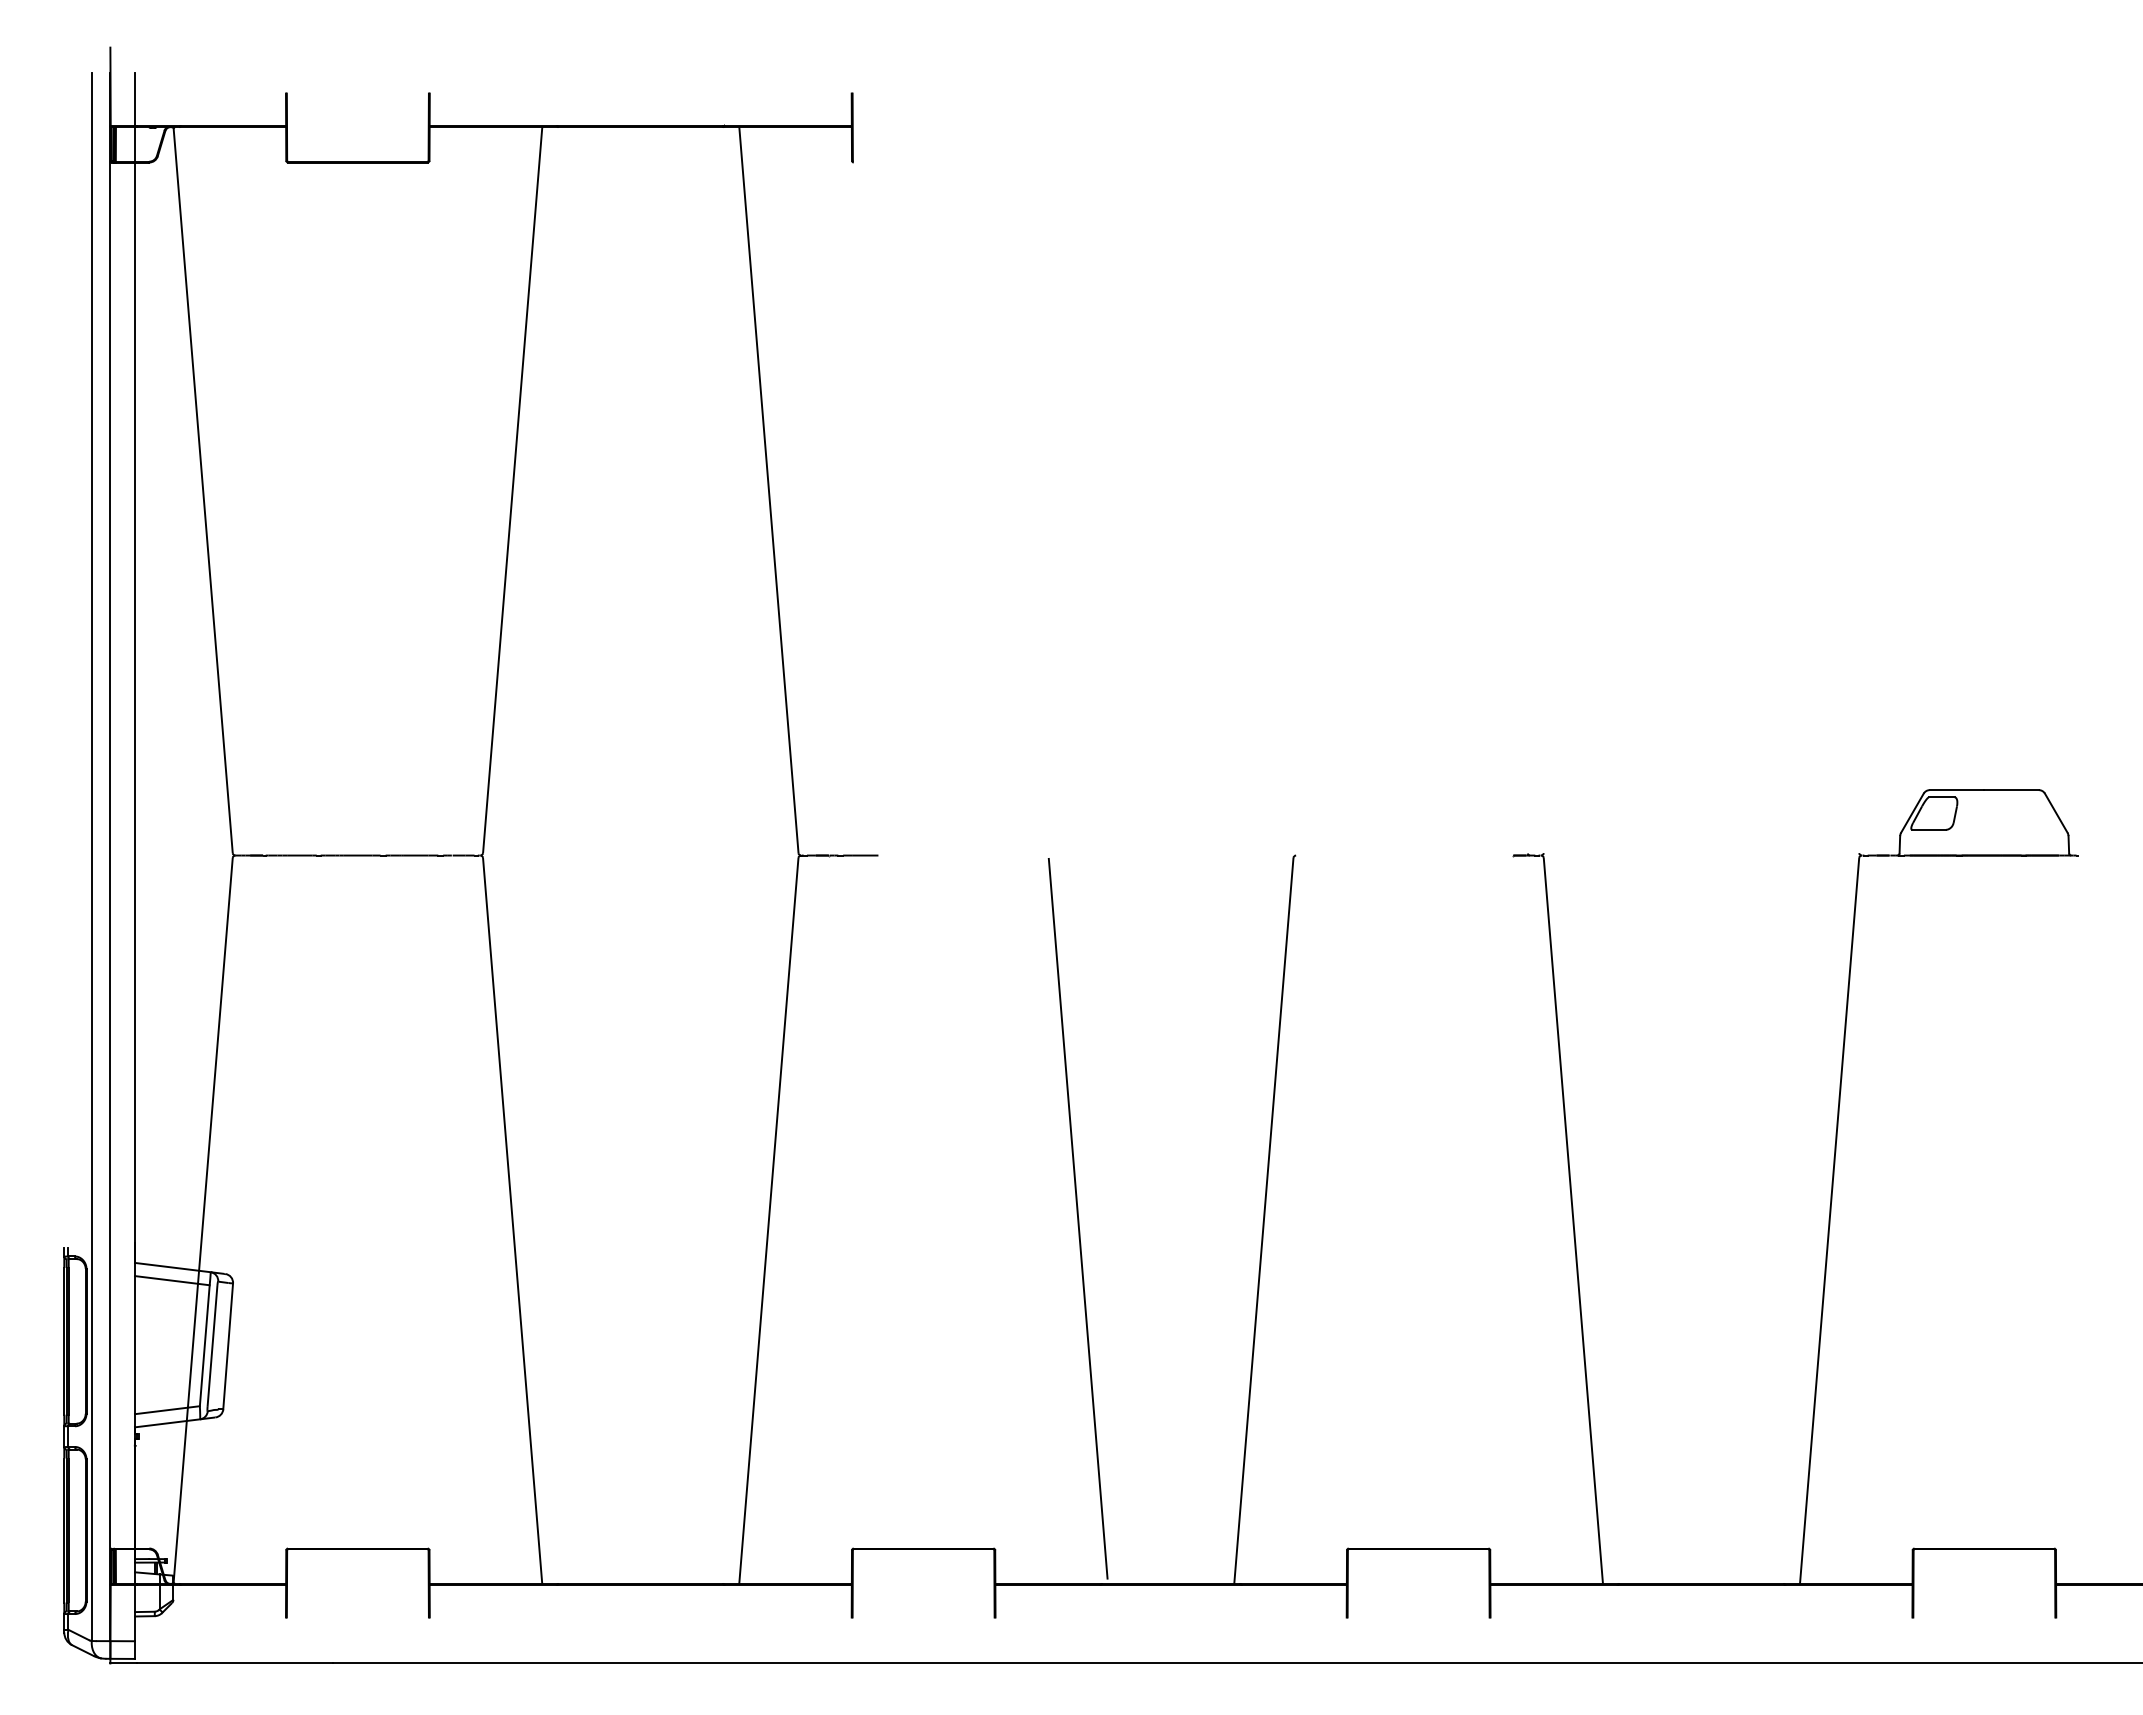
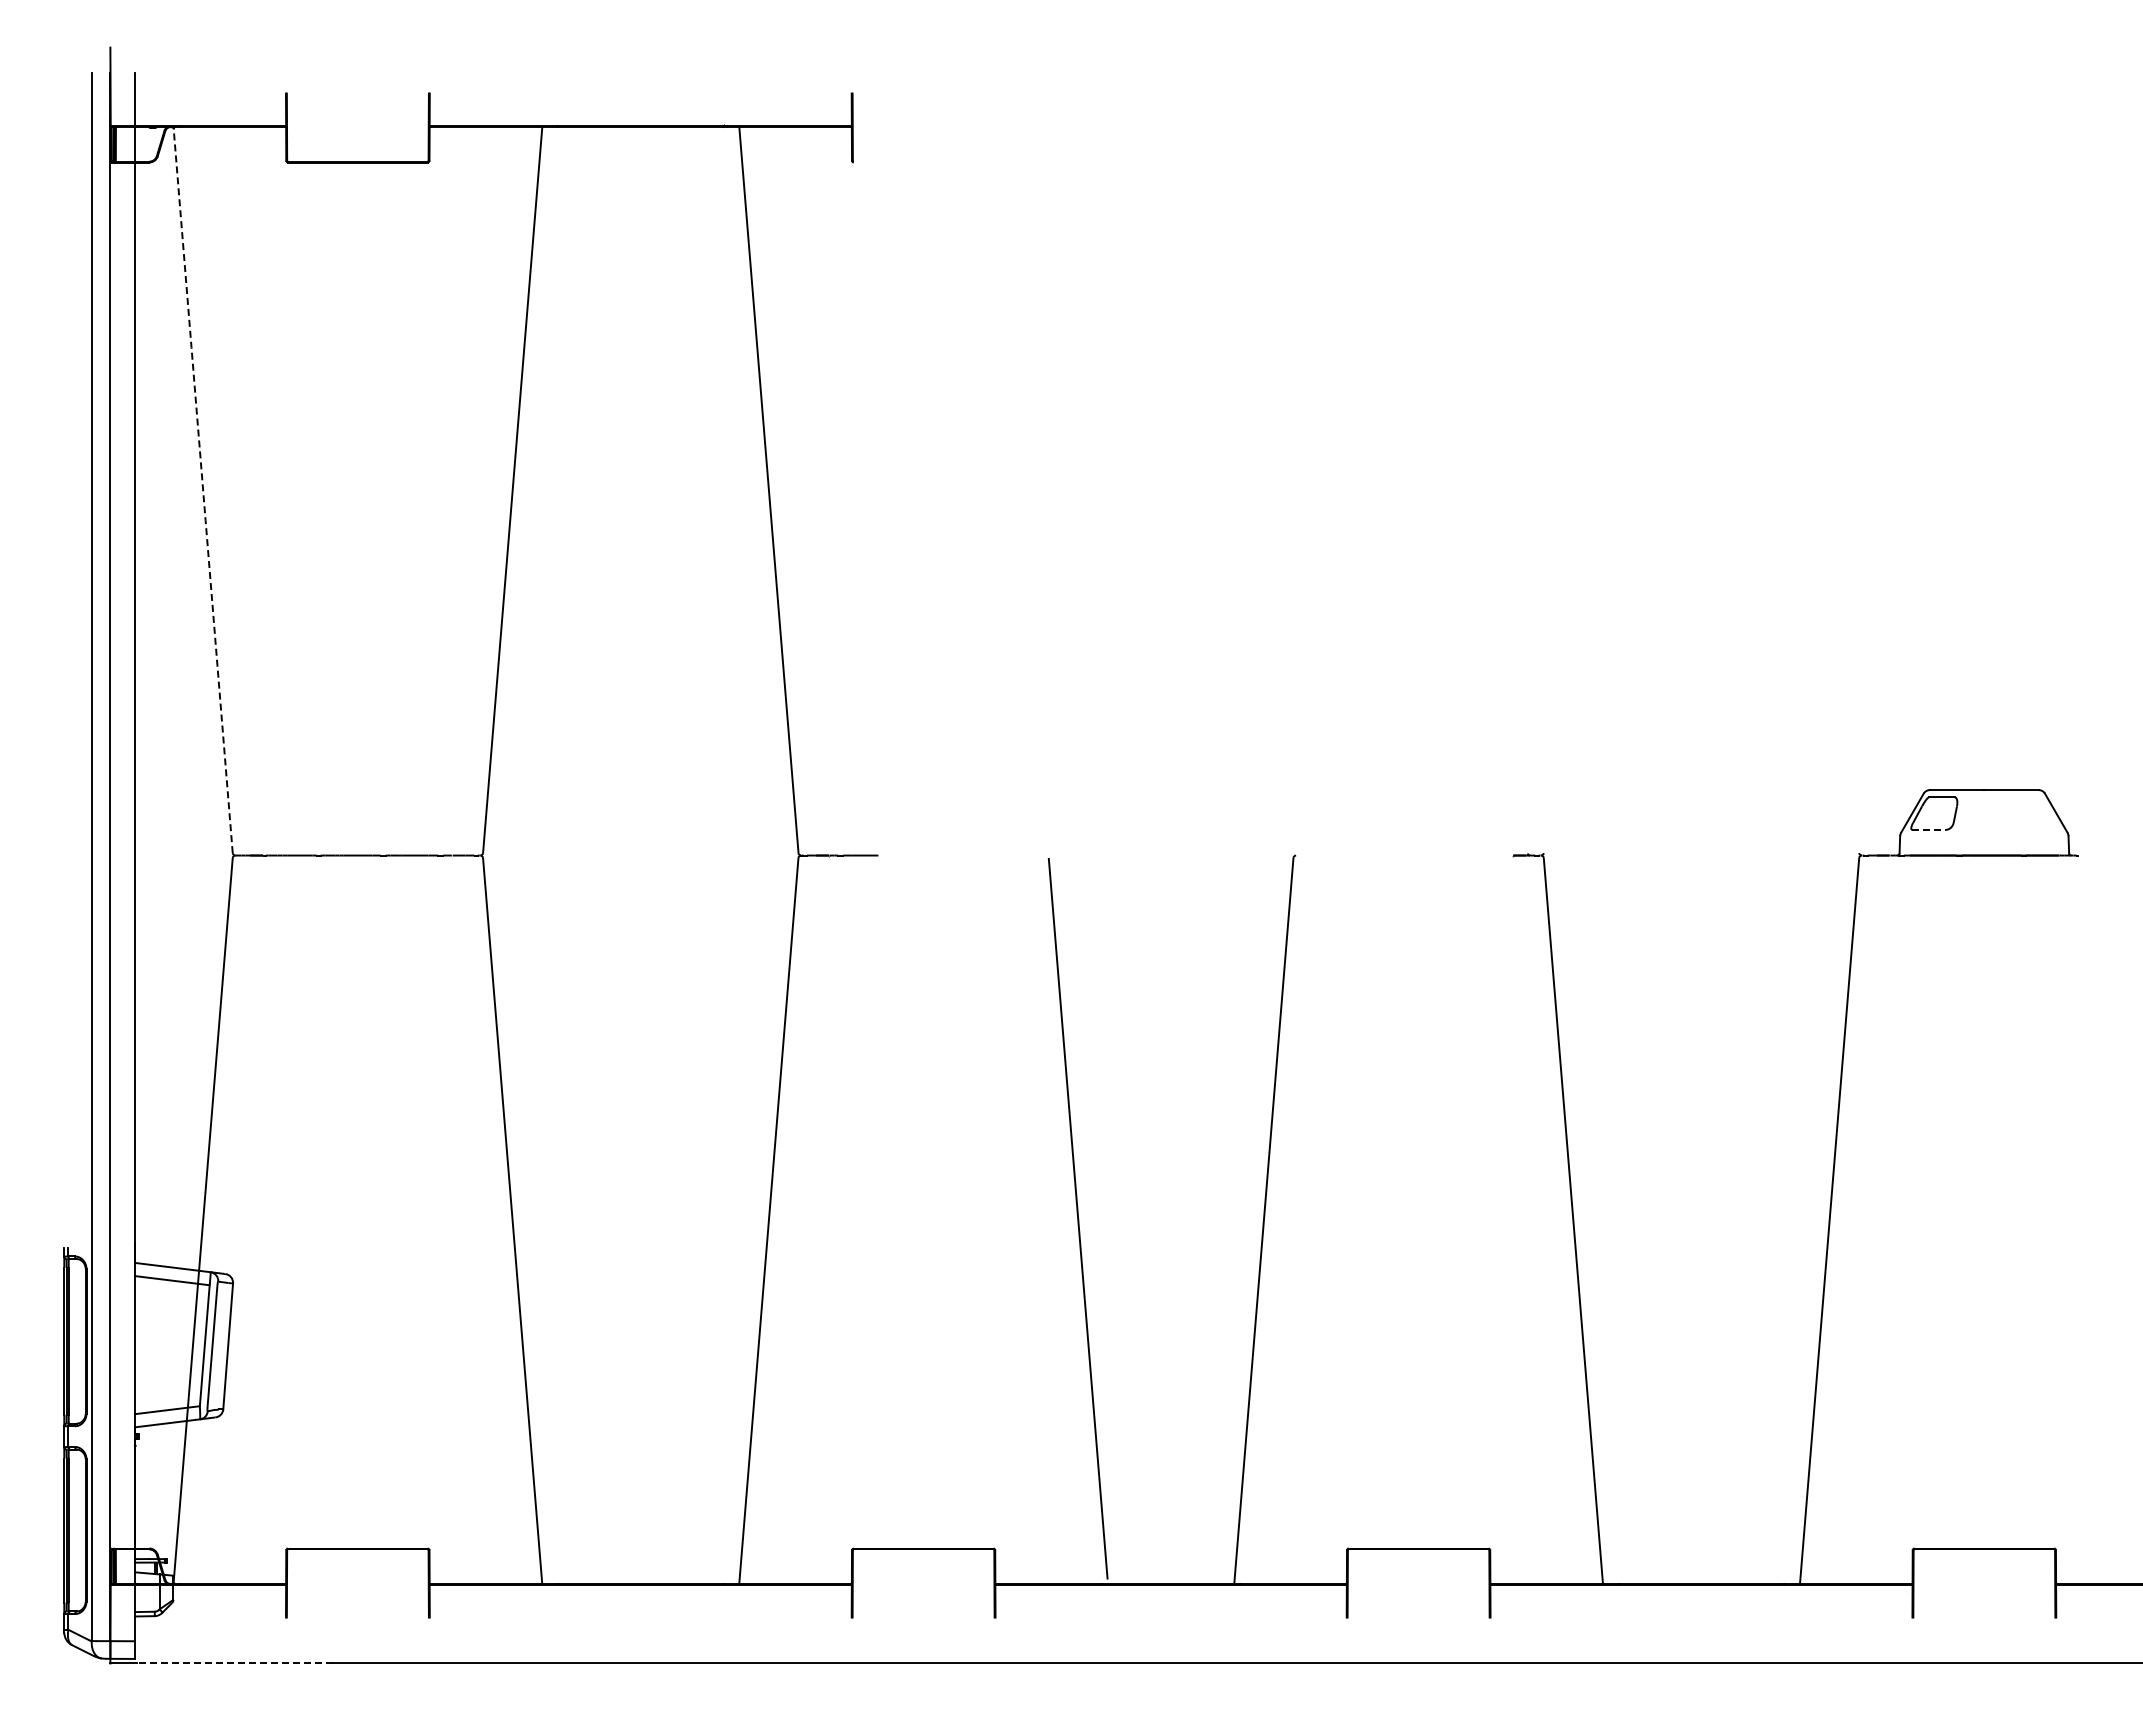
line at (203, 489): solid -> dashed
line at (1929, 829): solid -> dashed
line at (234, 1663): solid -> dashed
